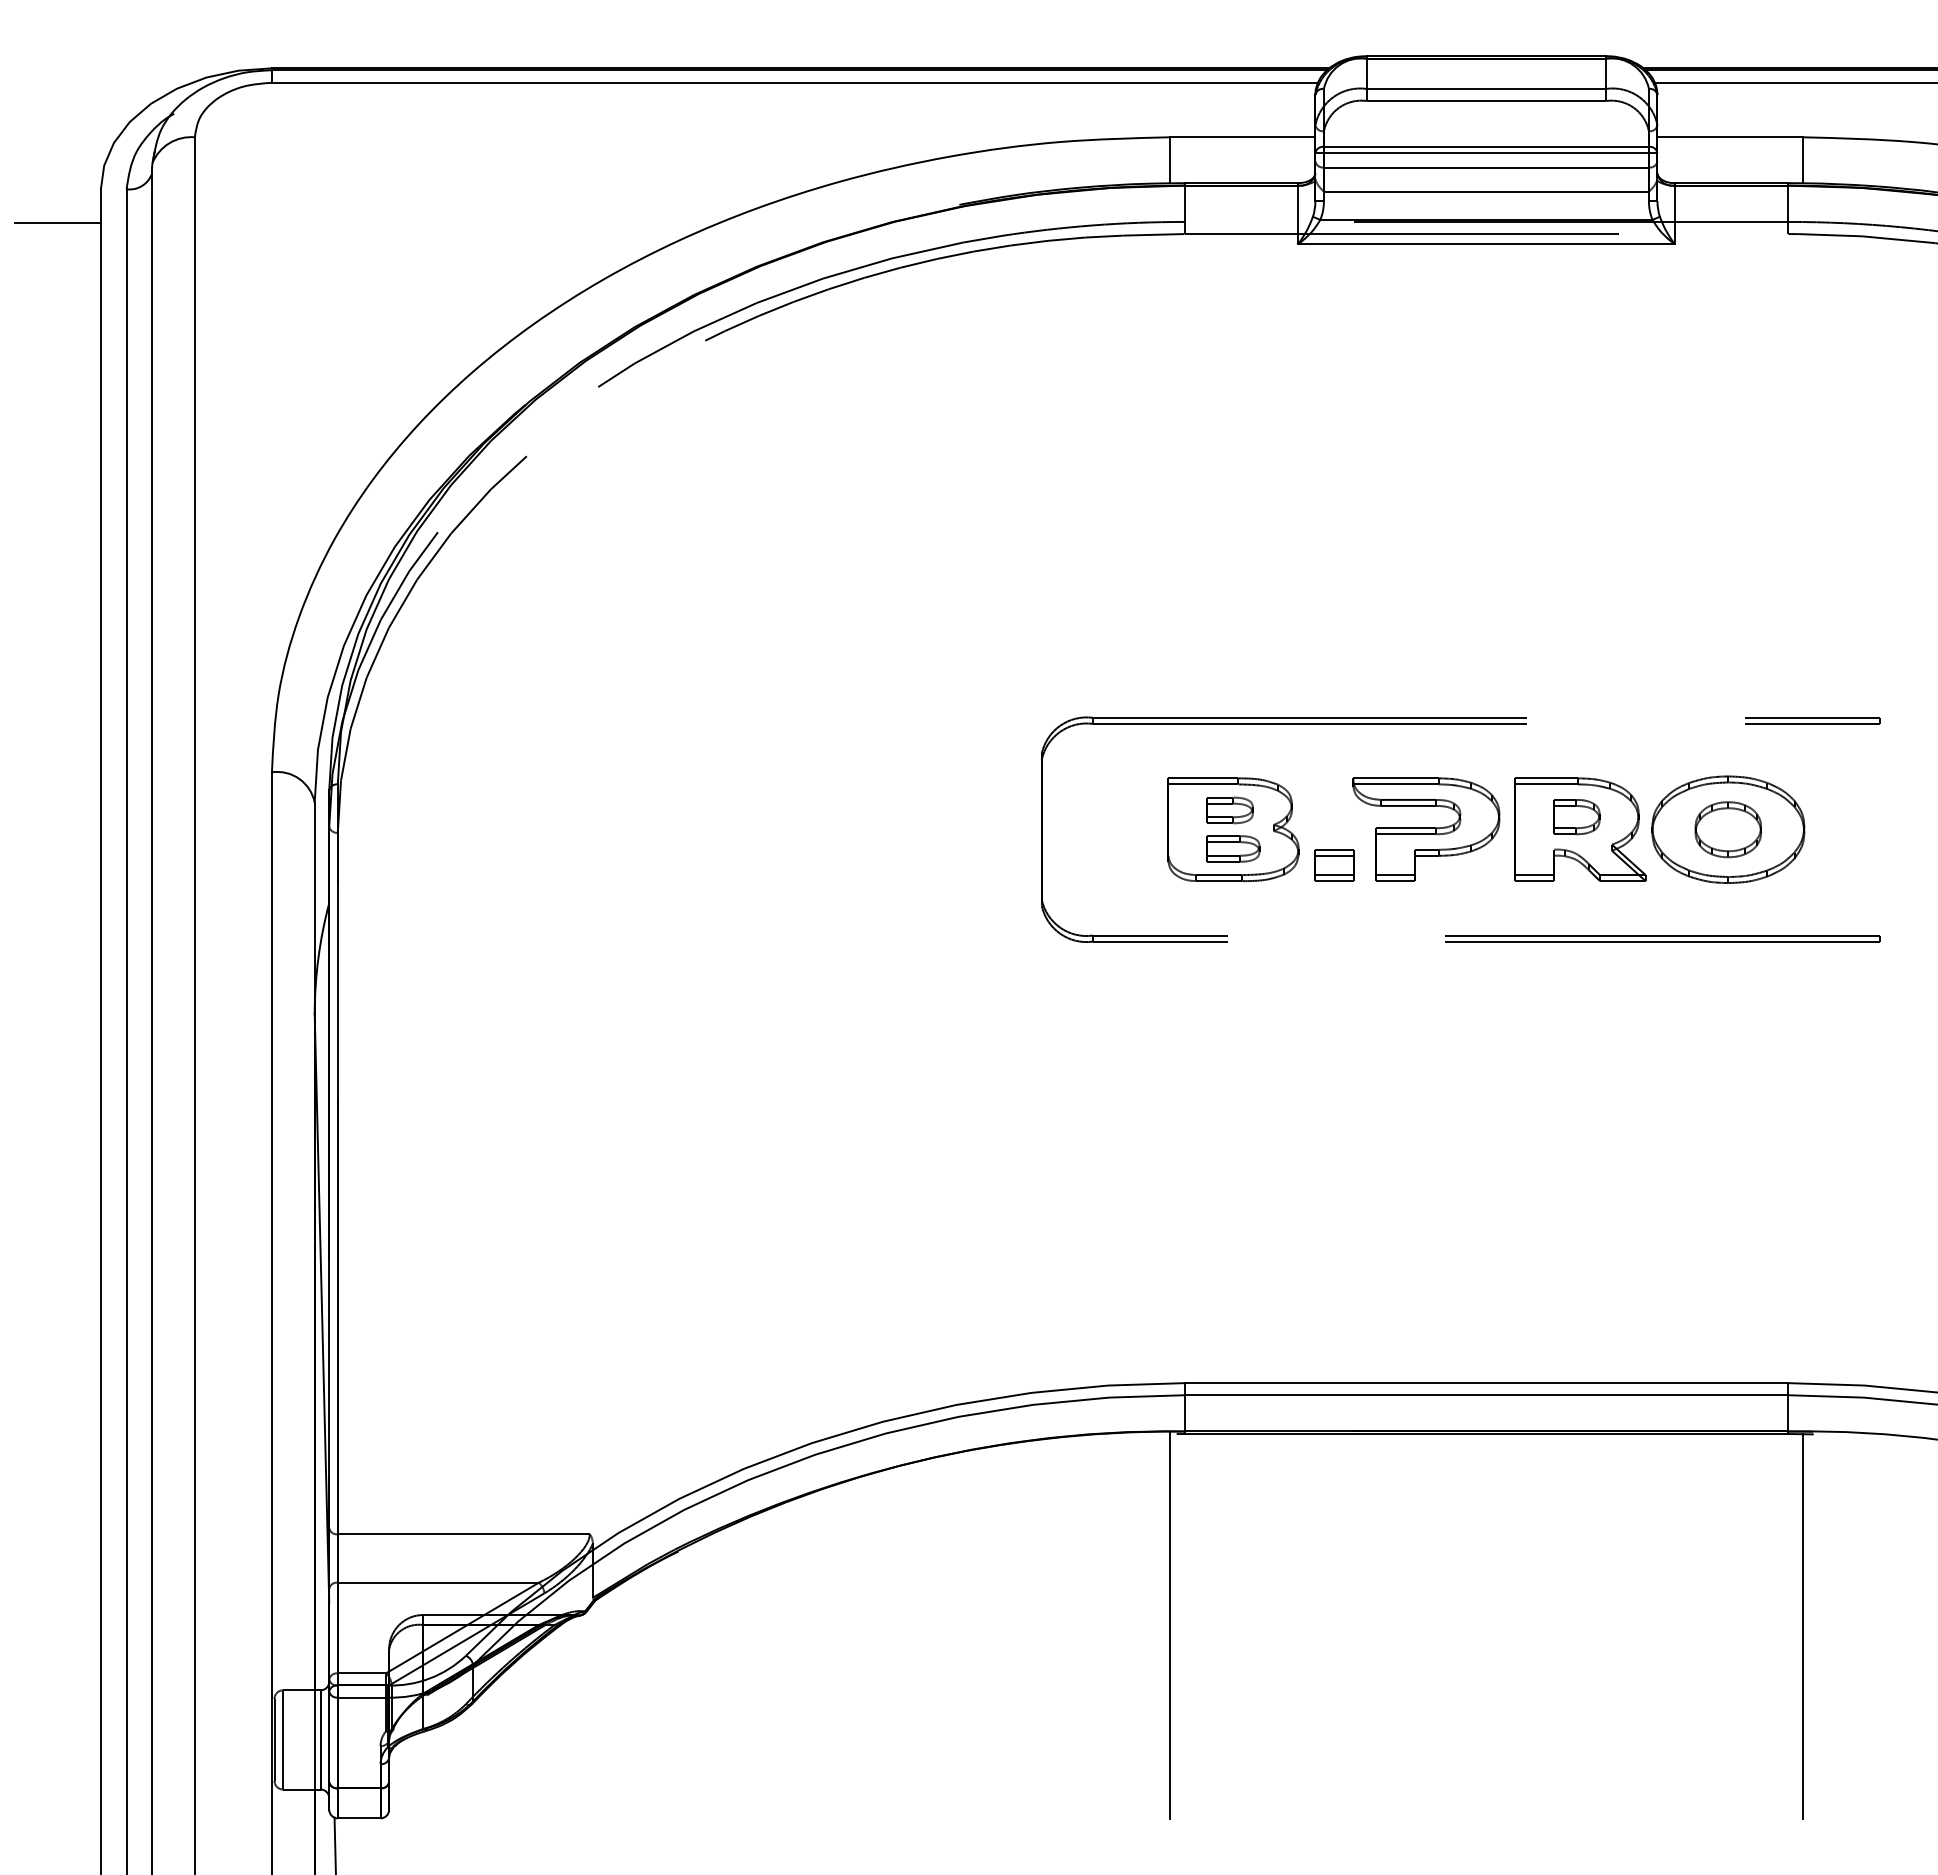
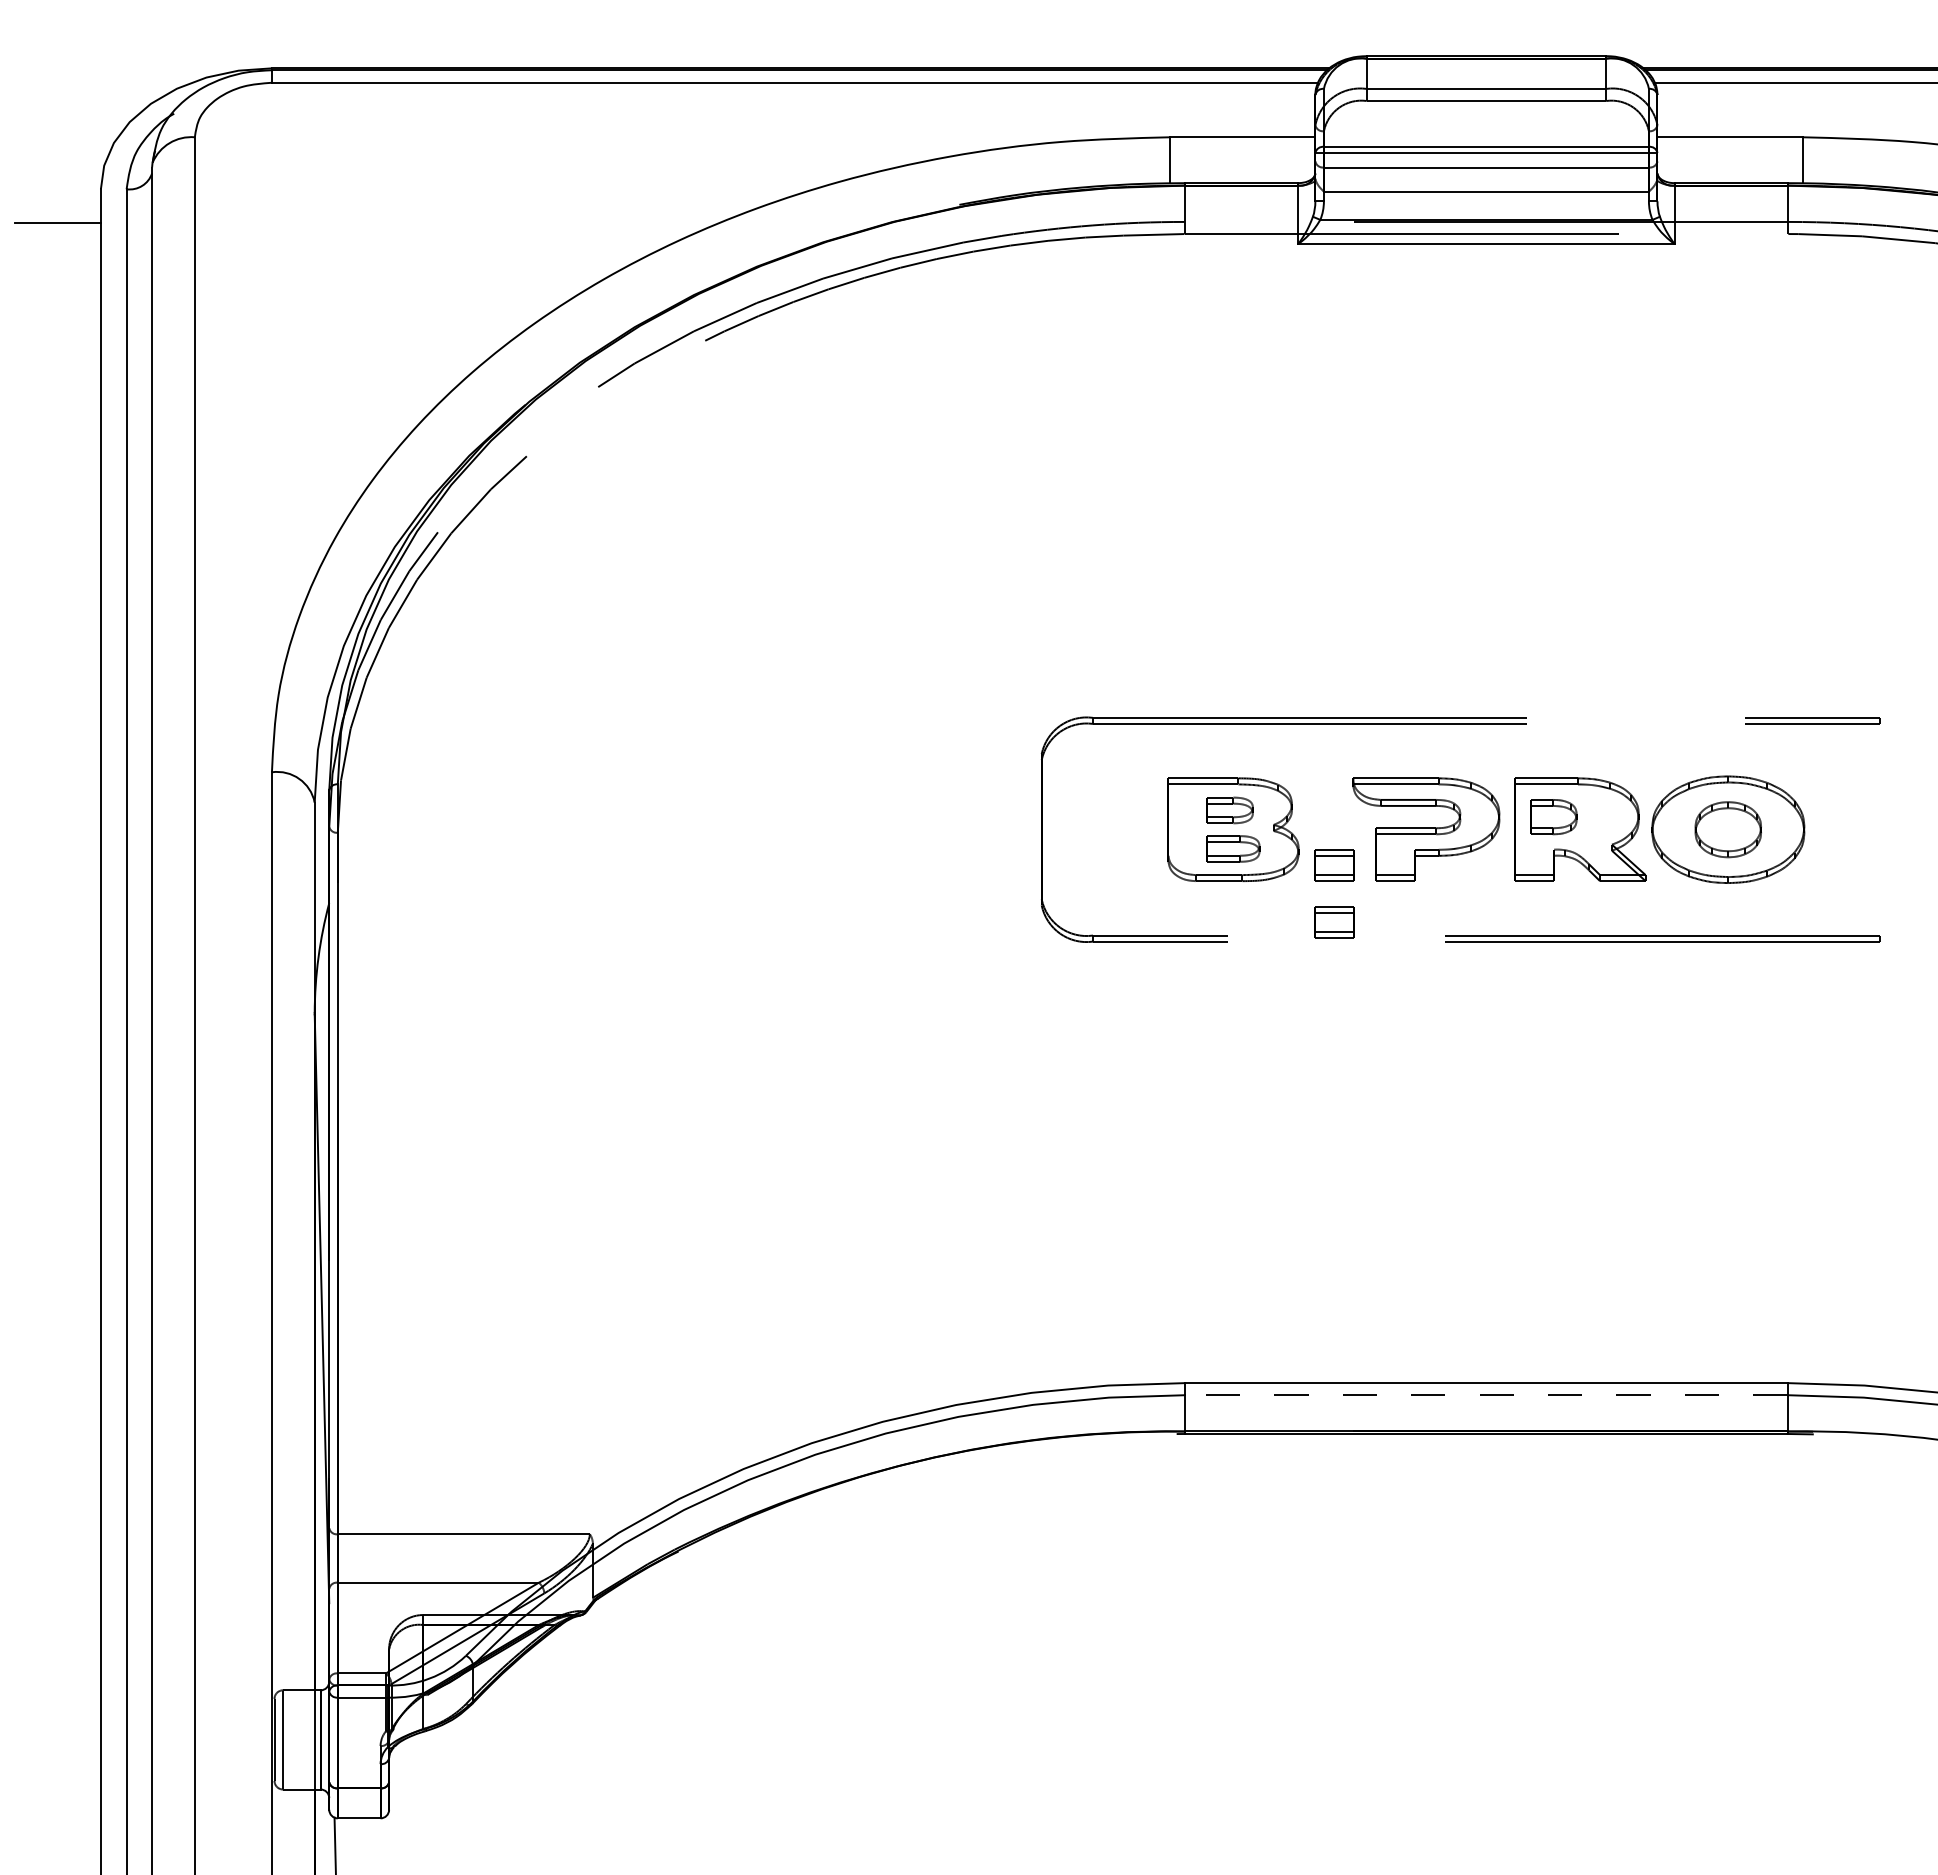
part at (1576, 817) position: (1576, 817) -> (1553, 817)
part at (1334, 922): none -> present
line at (1485, 1395): solid -> dashed
line at (1169, 1625): present -> none
line at (1802, 1626): present -> none
